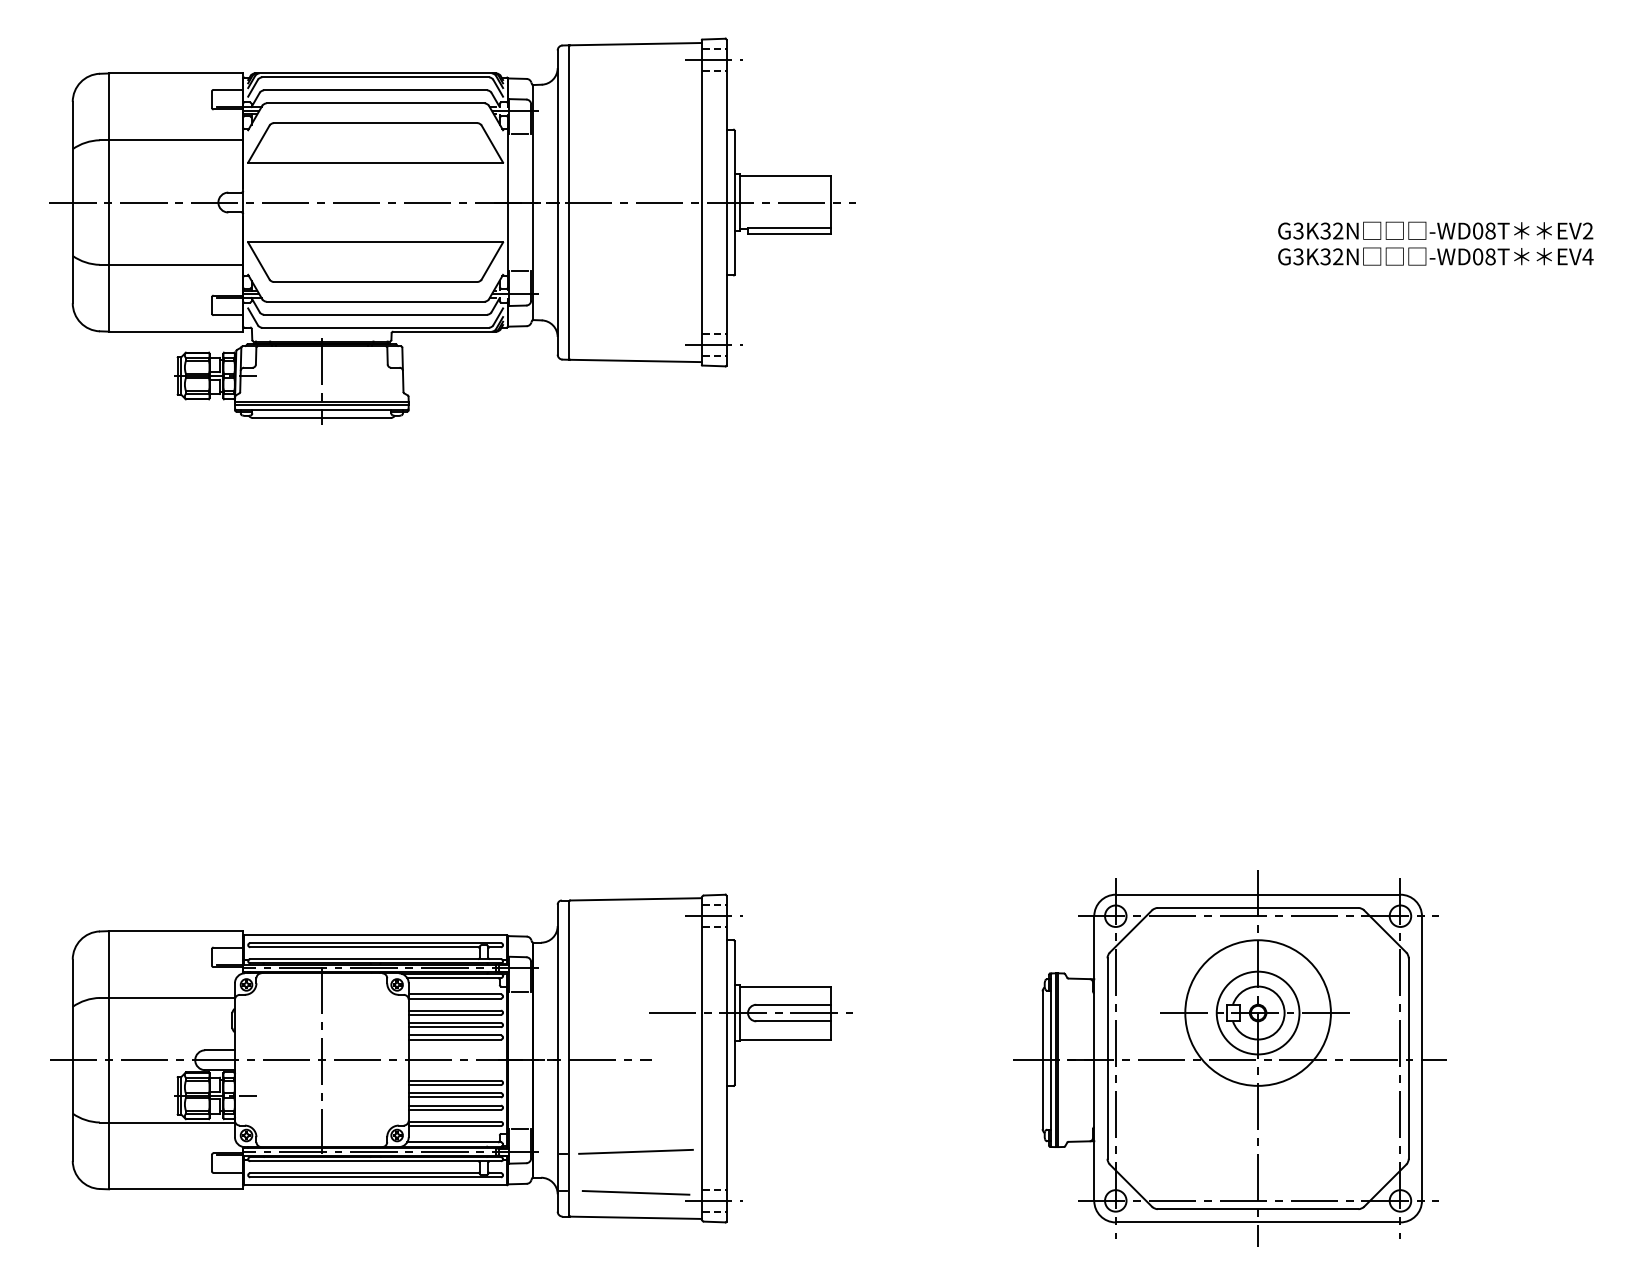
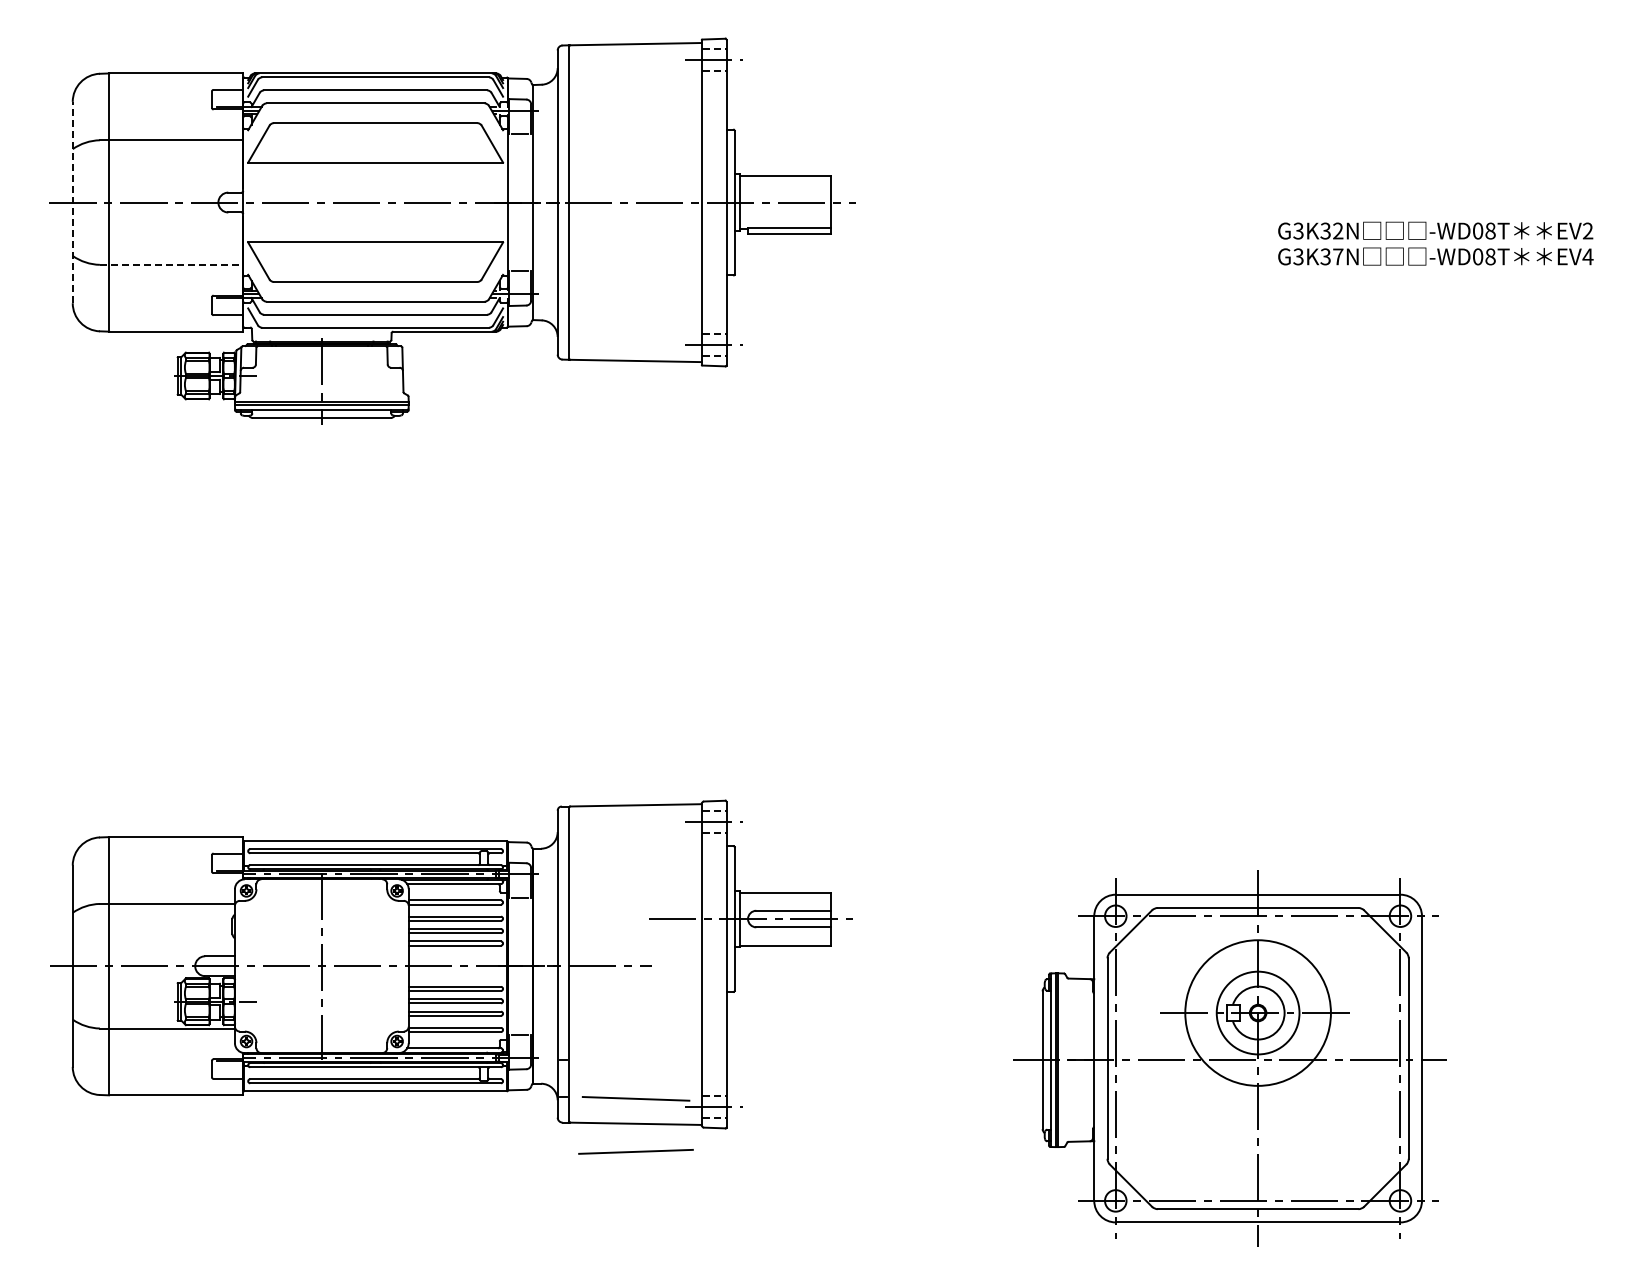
line at (72, 202): solid -> dashed
text at (1338, 256): G3K32N -> G3K37N
line at (171, 264): solid -> dashed
part at (451, 1058) position: (451, 1058) -> (451, 964)
